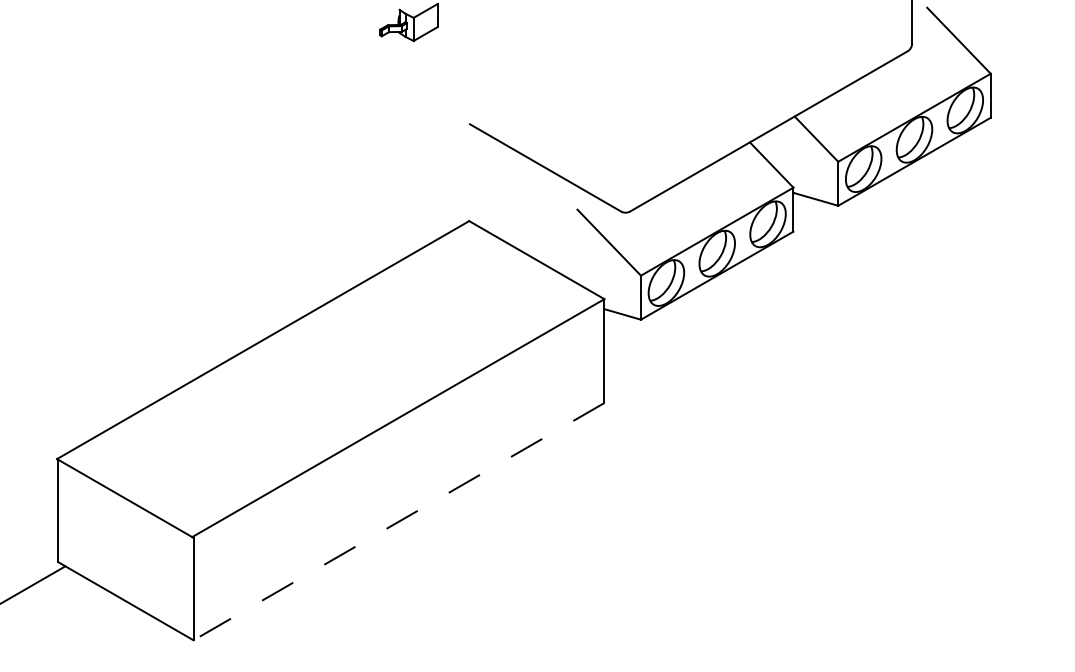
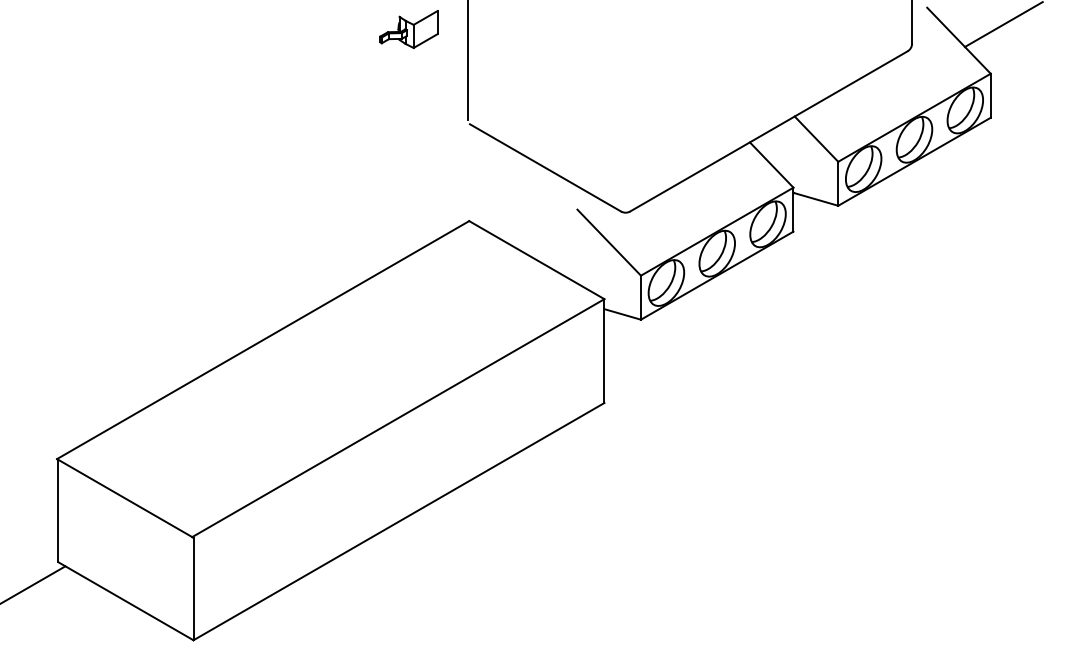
part at (408, 22) position: (408, 22) -> (408, 29)
line at (1003, 24): none -> present
line at (468, 61): none -> present
line at (398, 521): dashed -> solid
